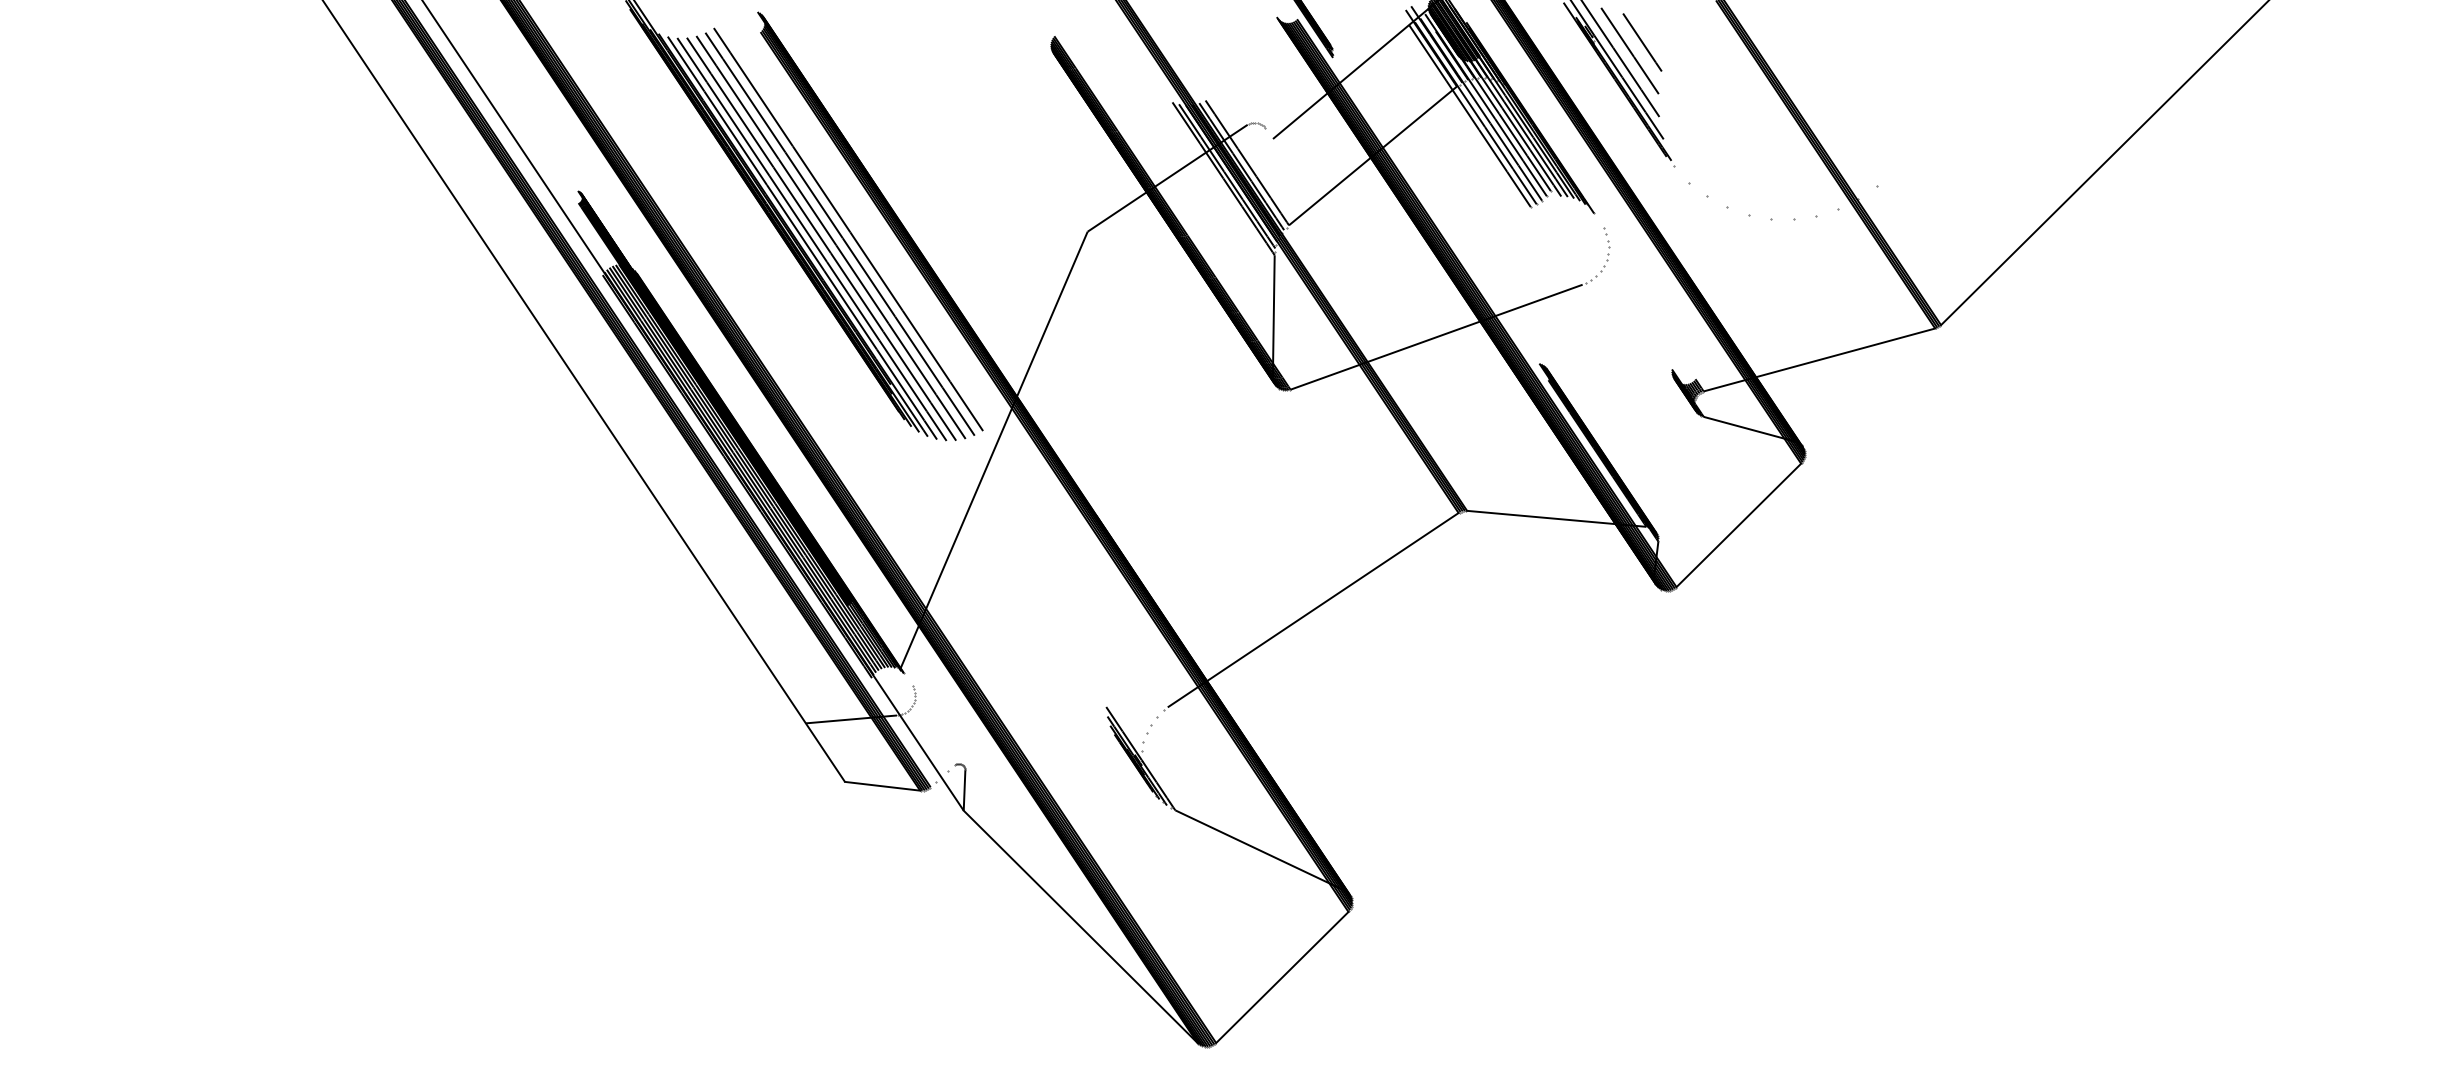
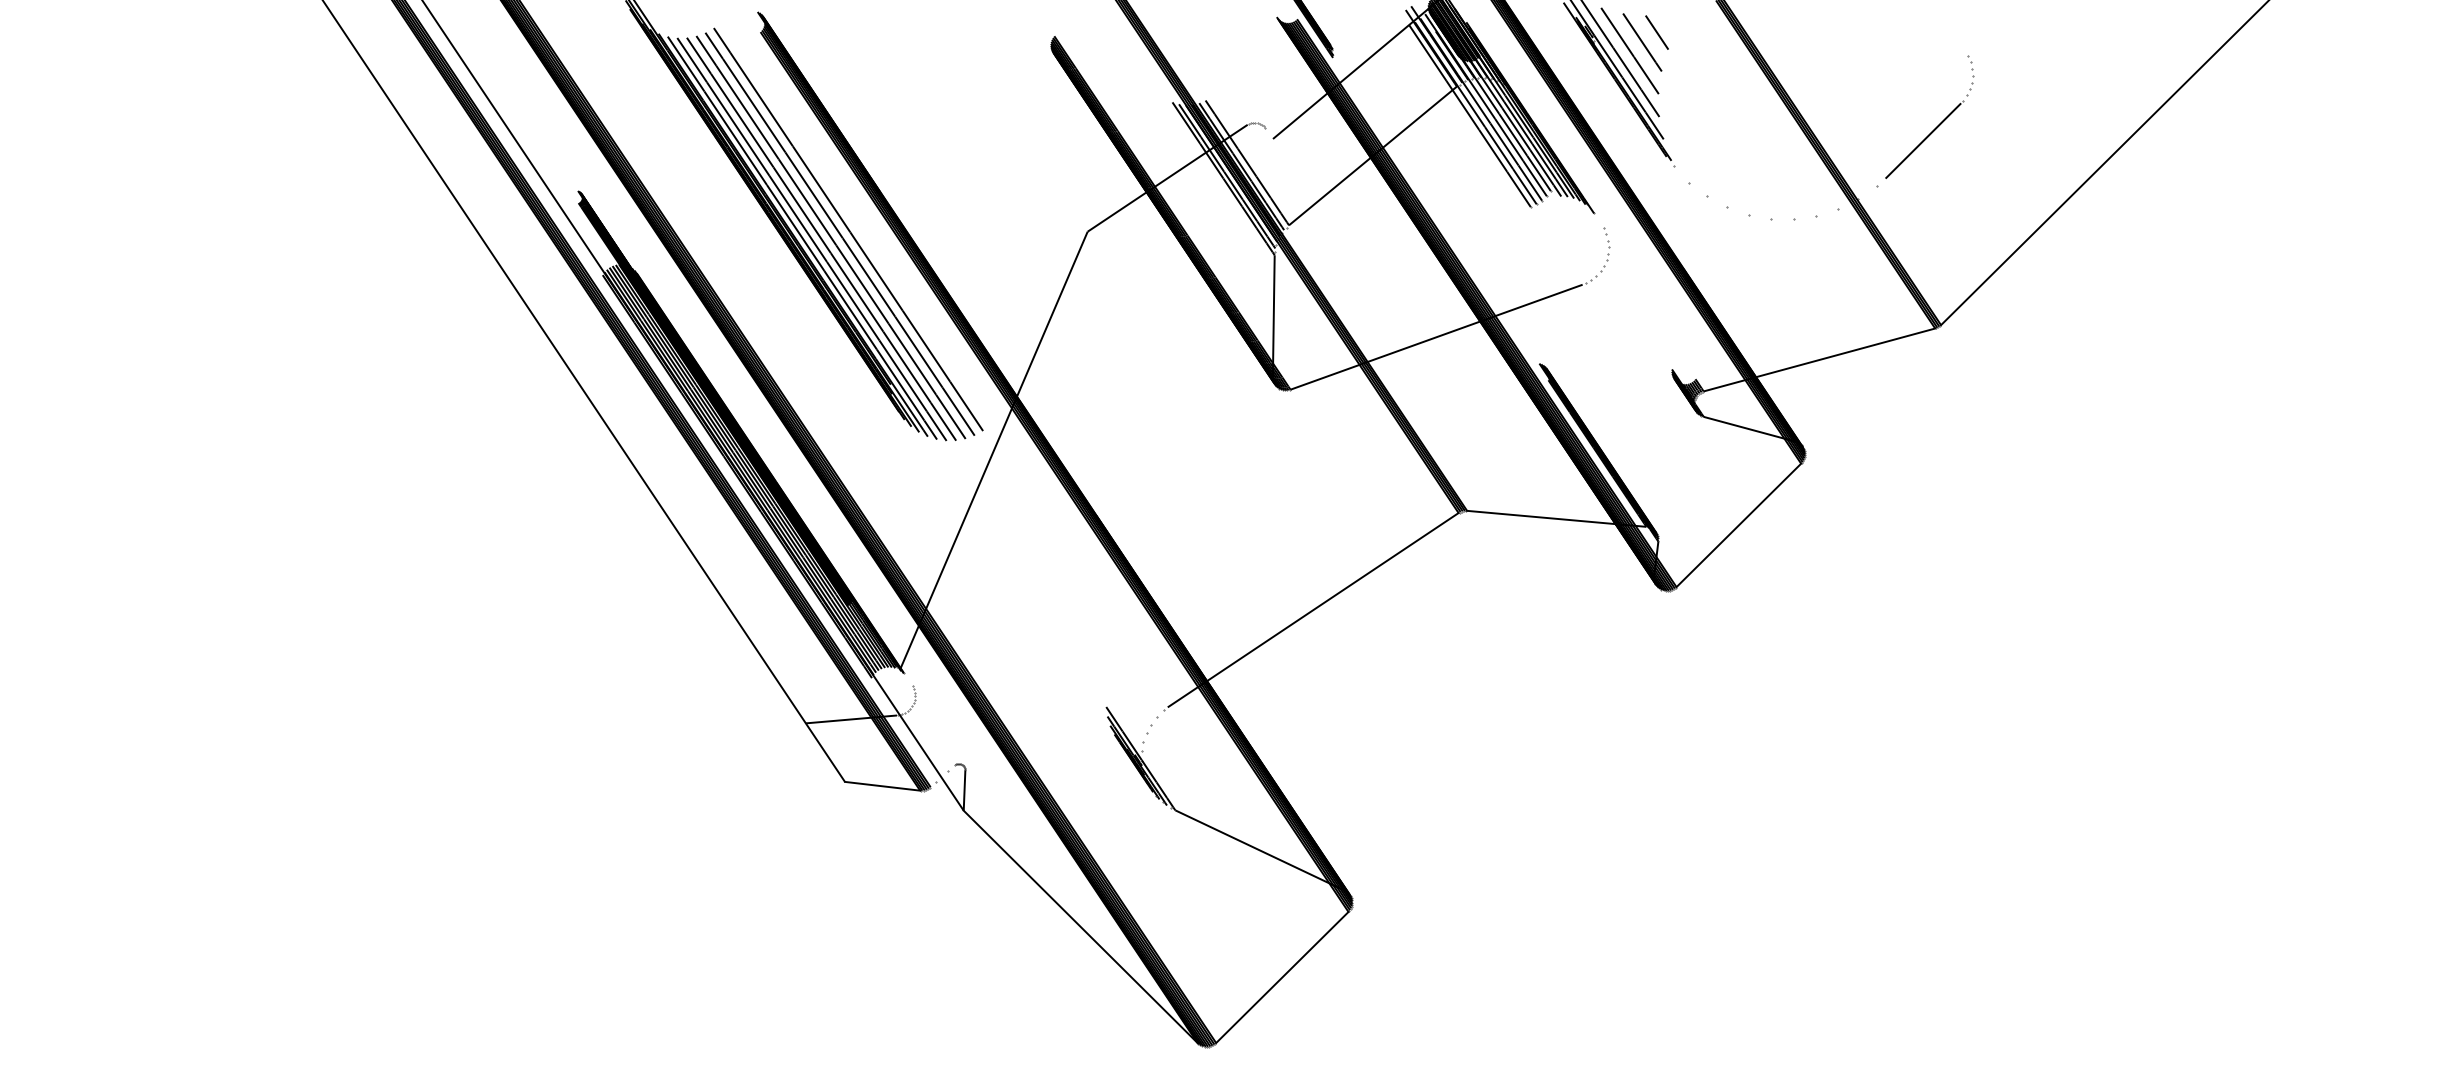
line at (1656, 32): none -> present
part at (1938, 124): none -> present
